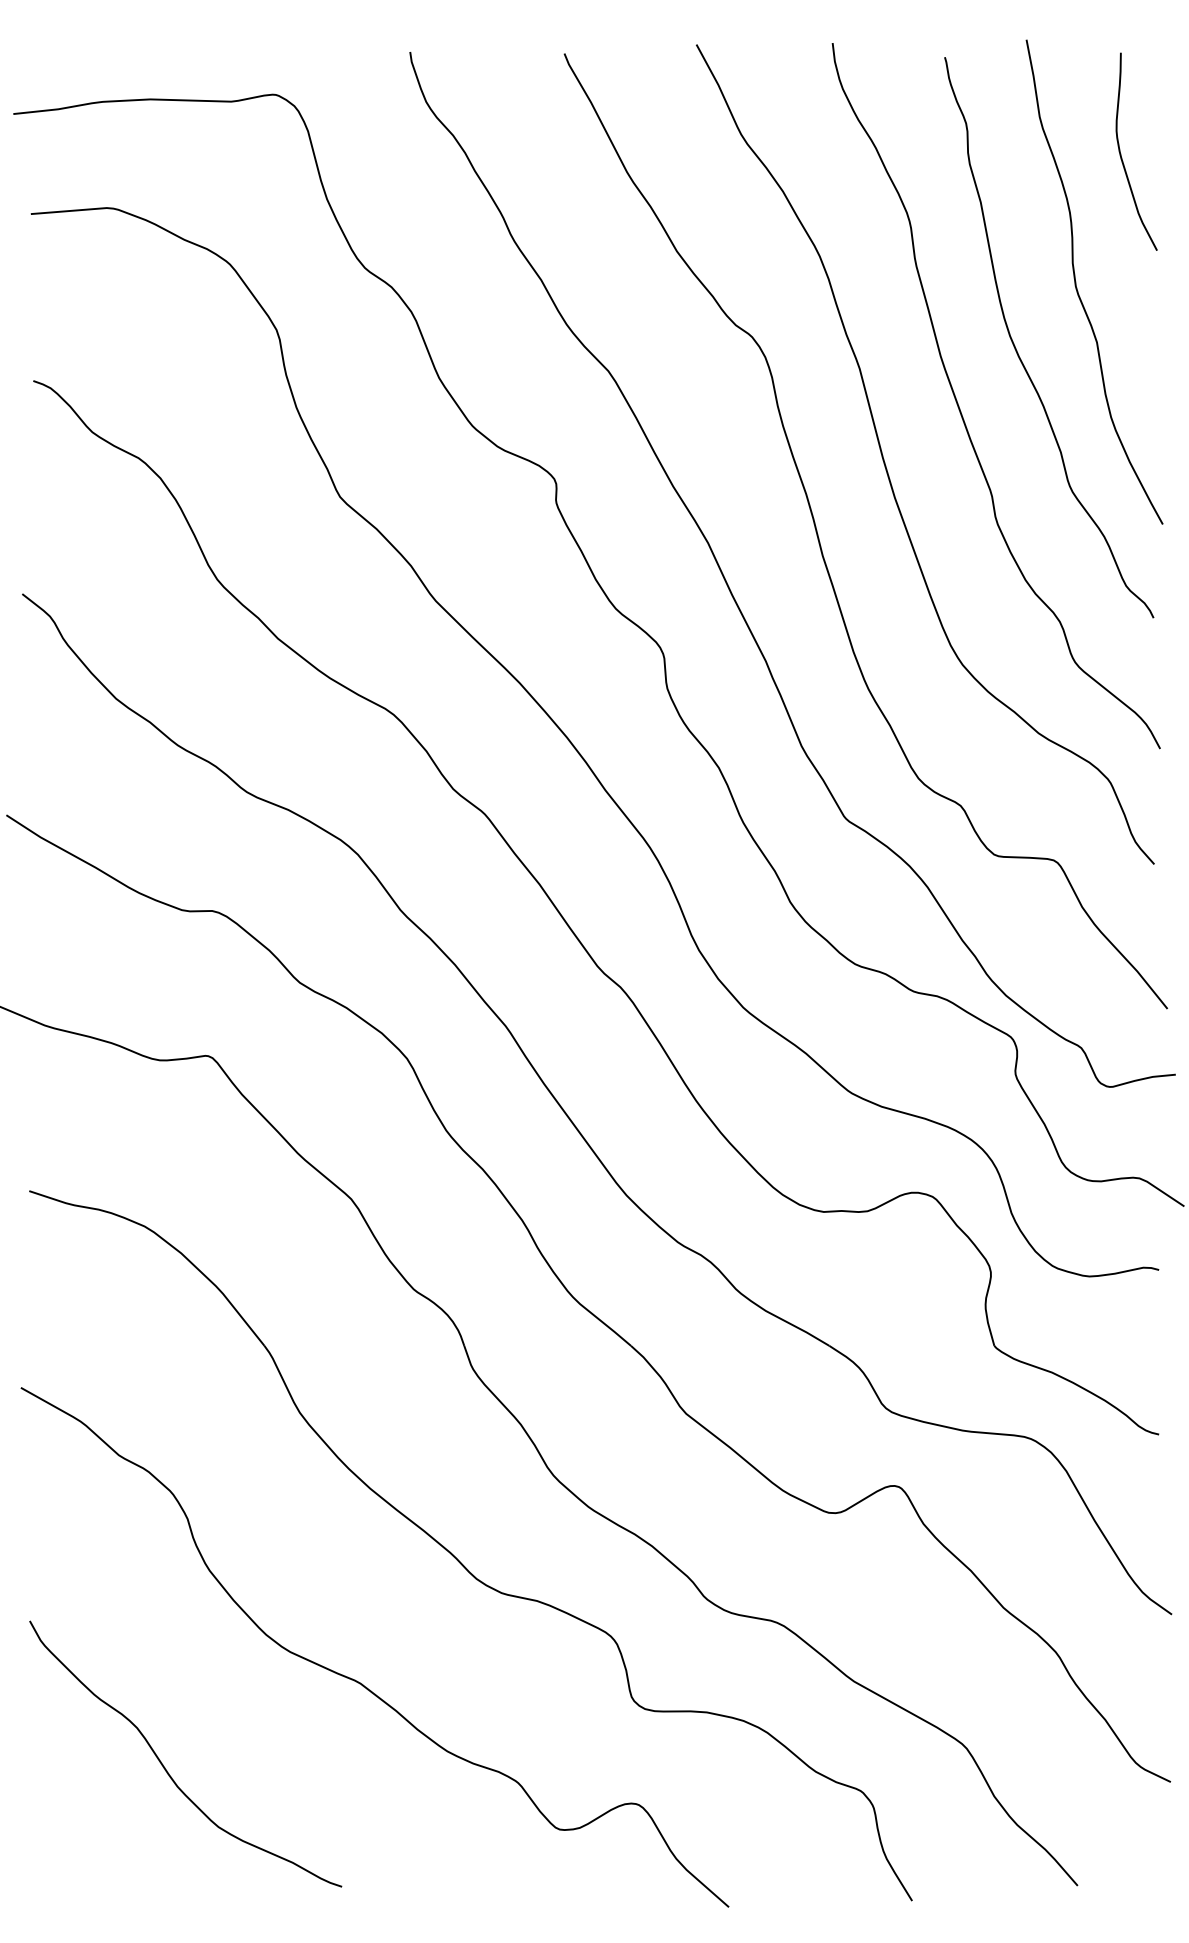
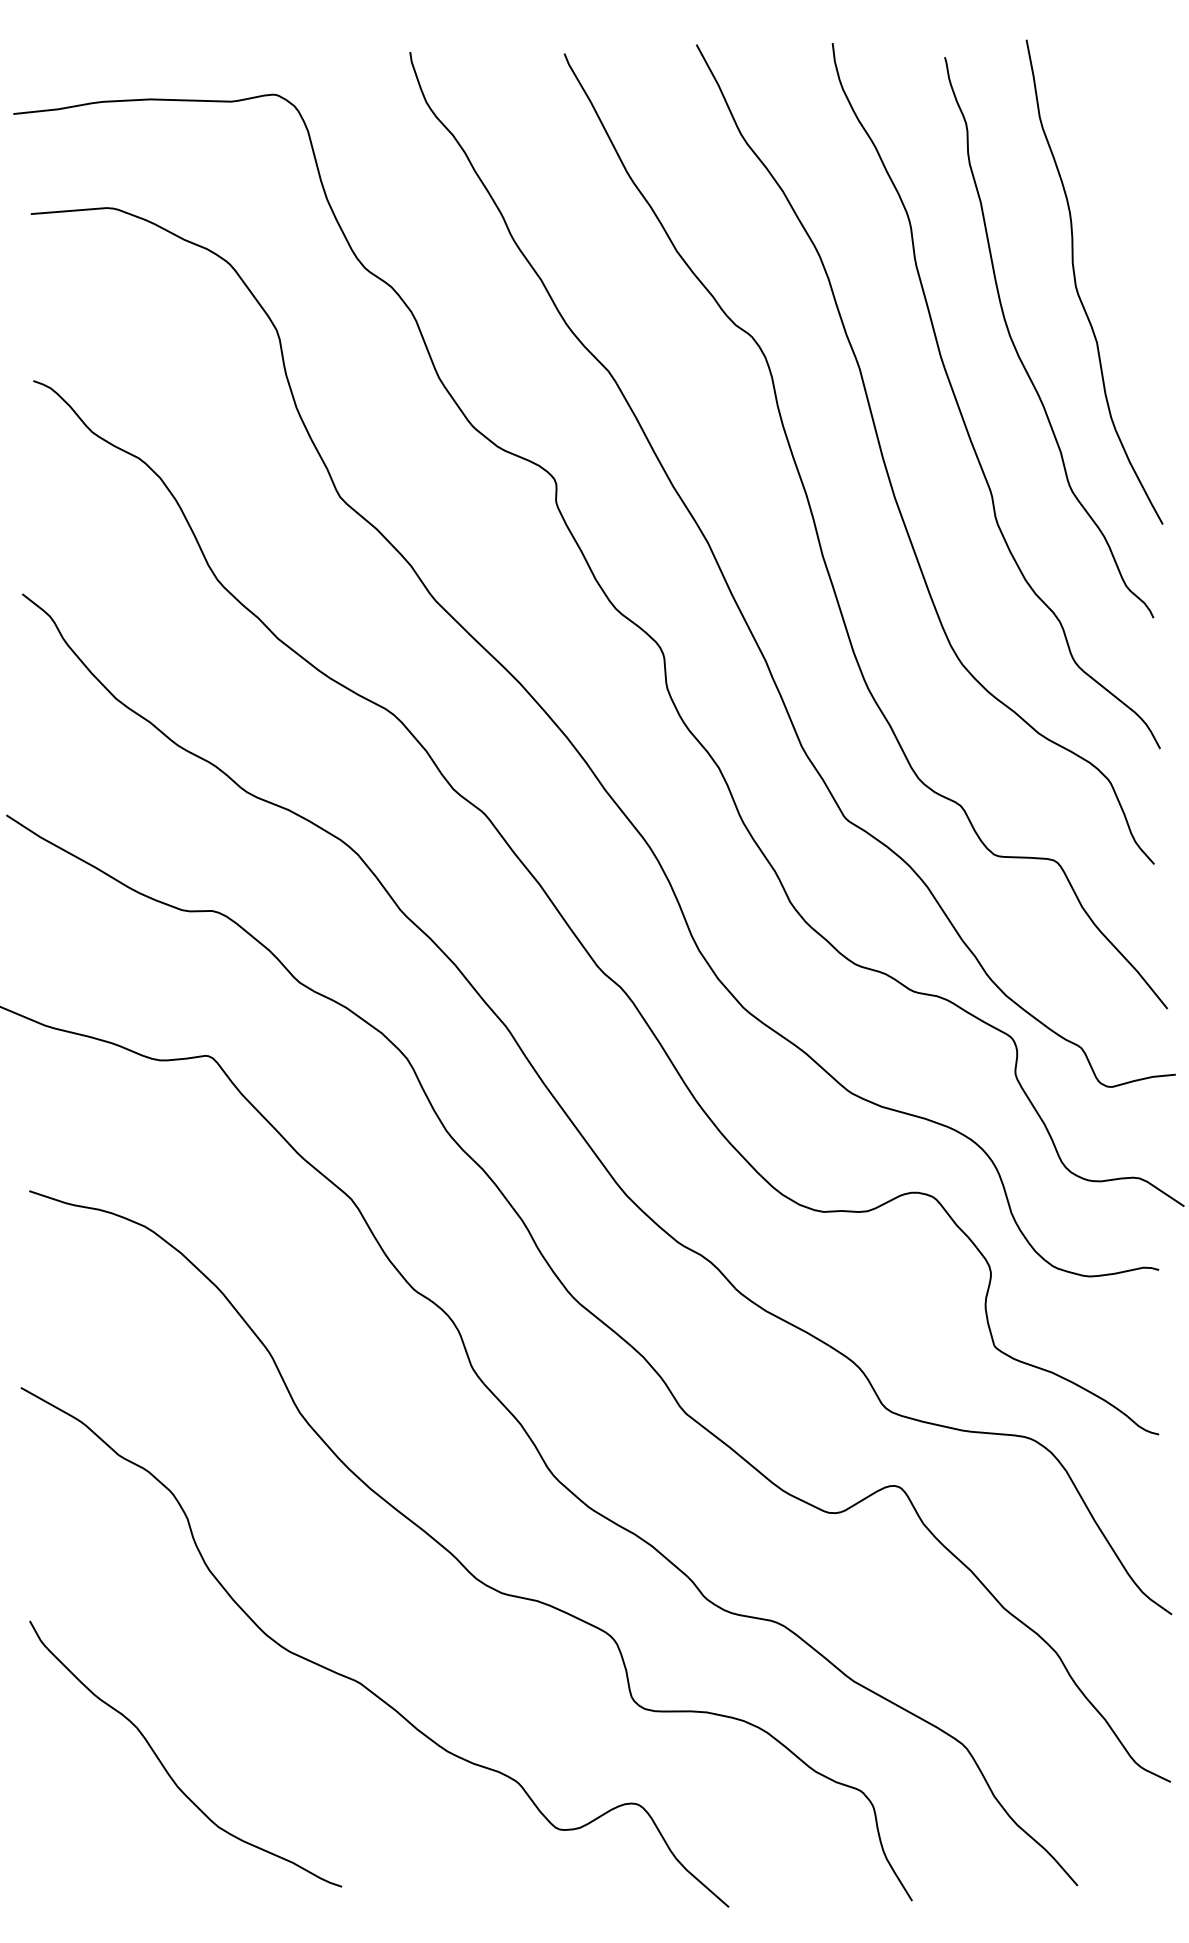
curve at (1121, 153): present -> none
